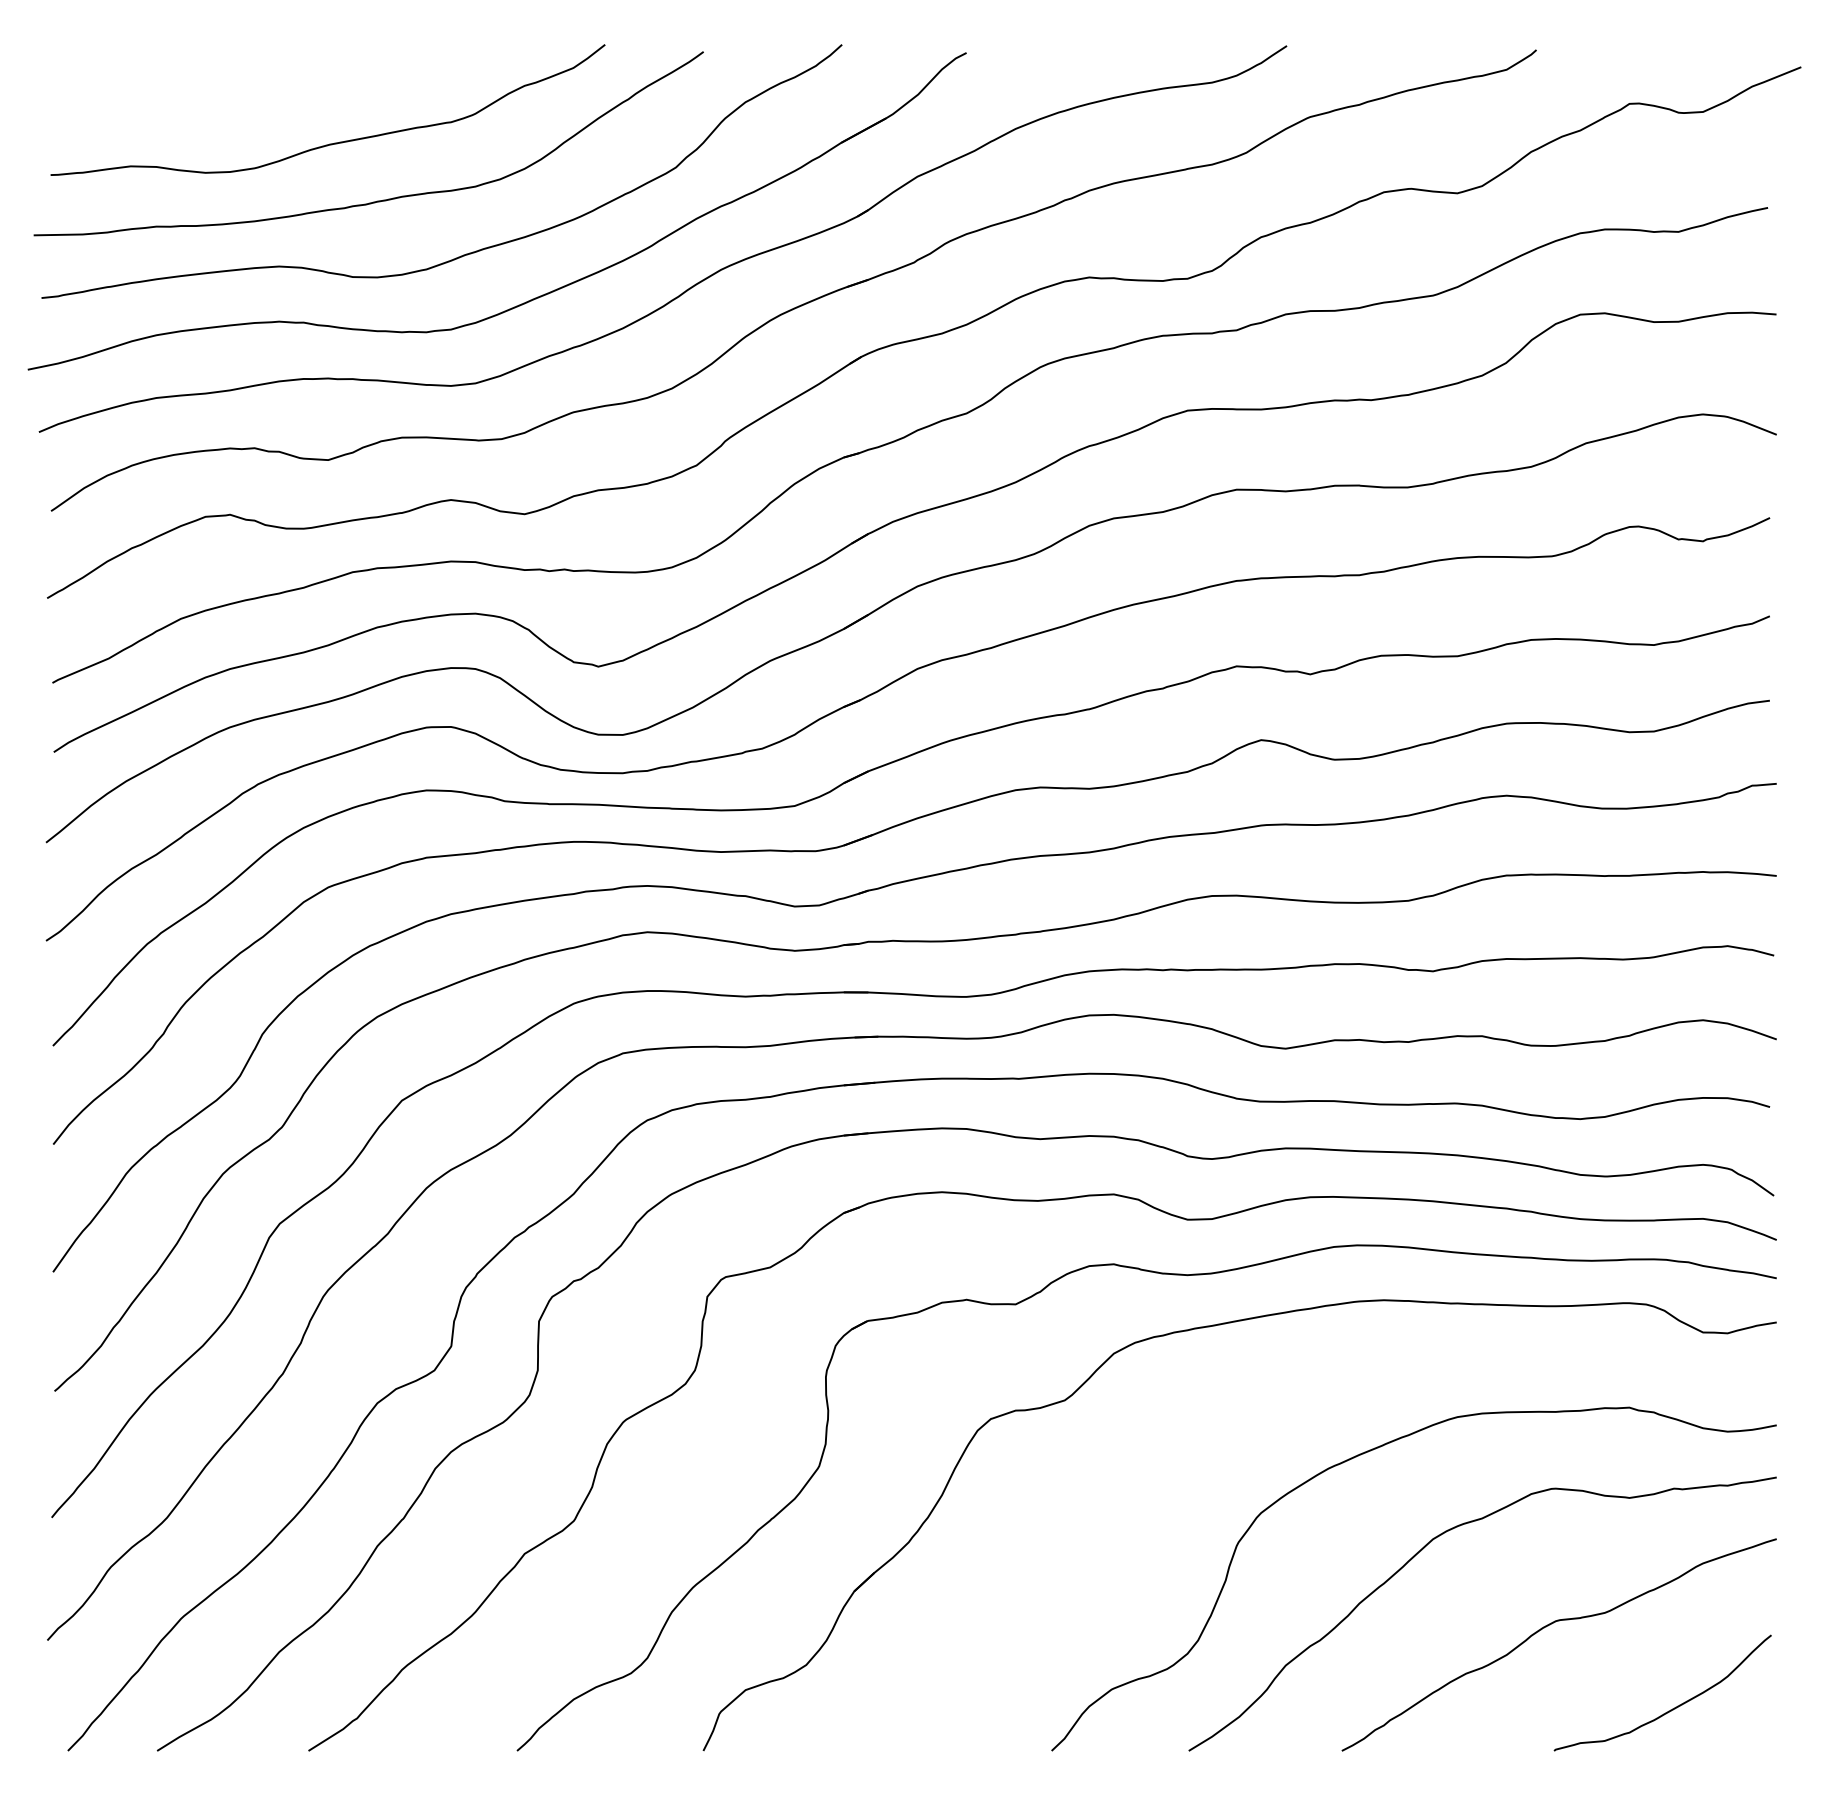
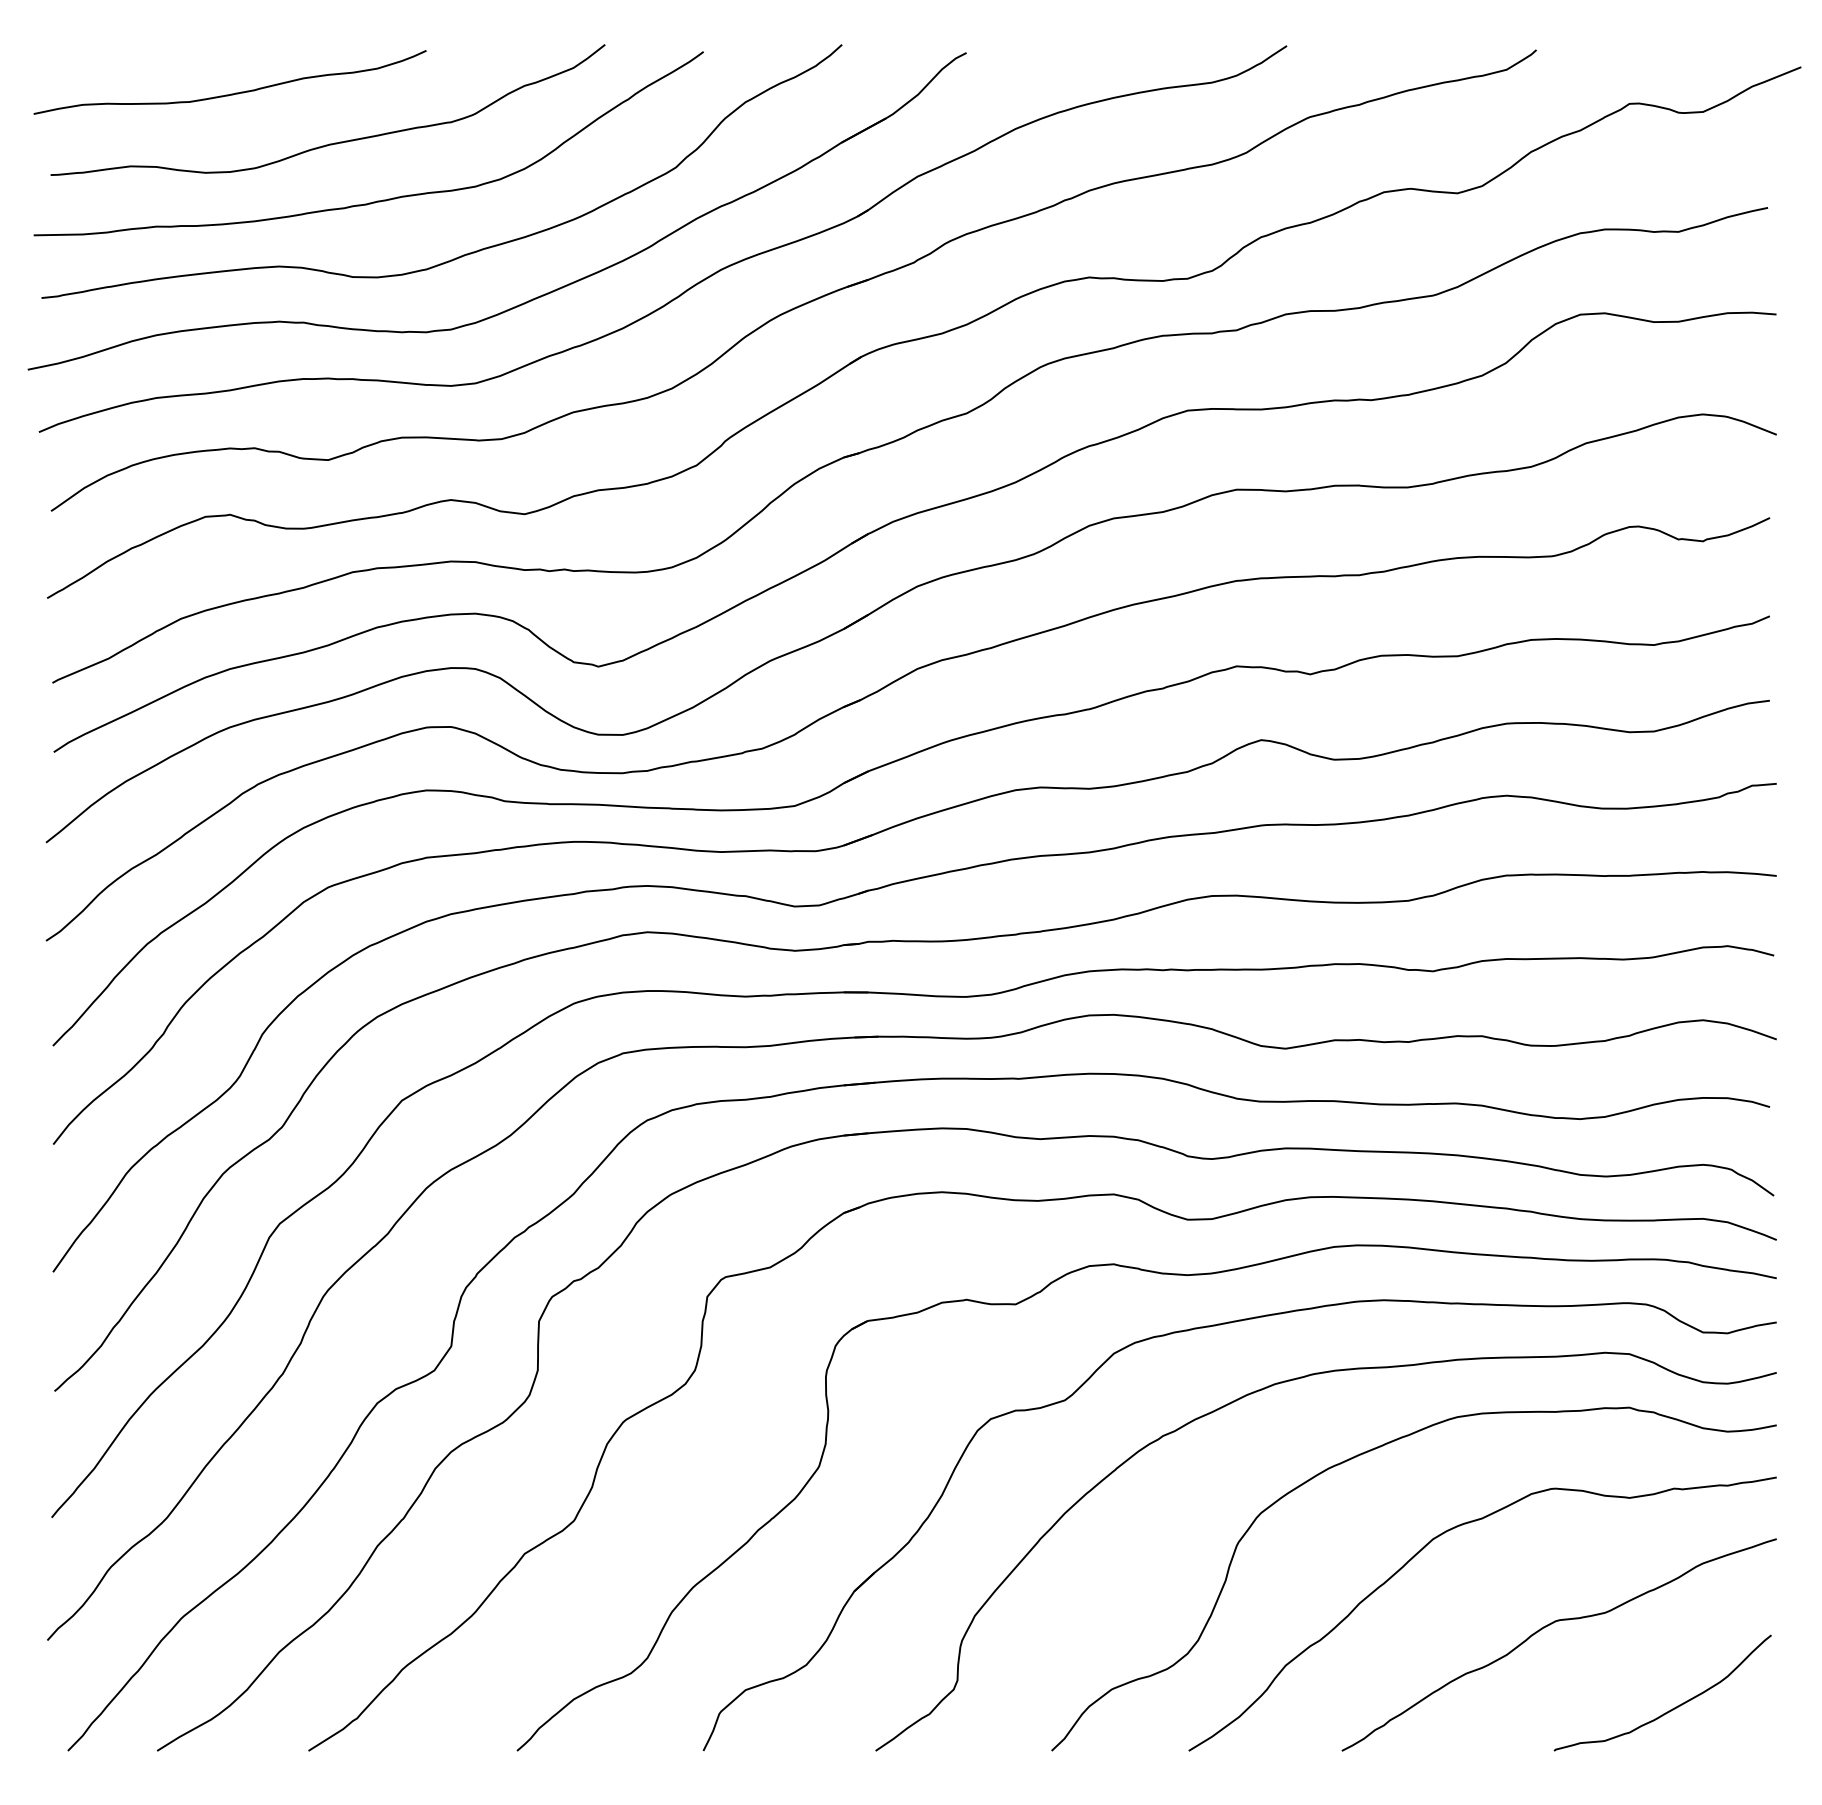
curve at (231, 93): none -> present
curve at (1262, 1390): none -> present
